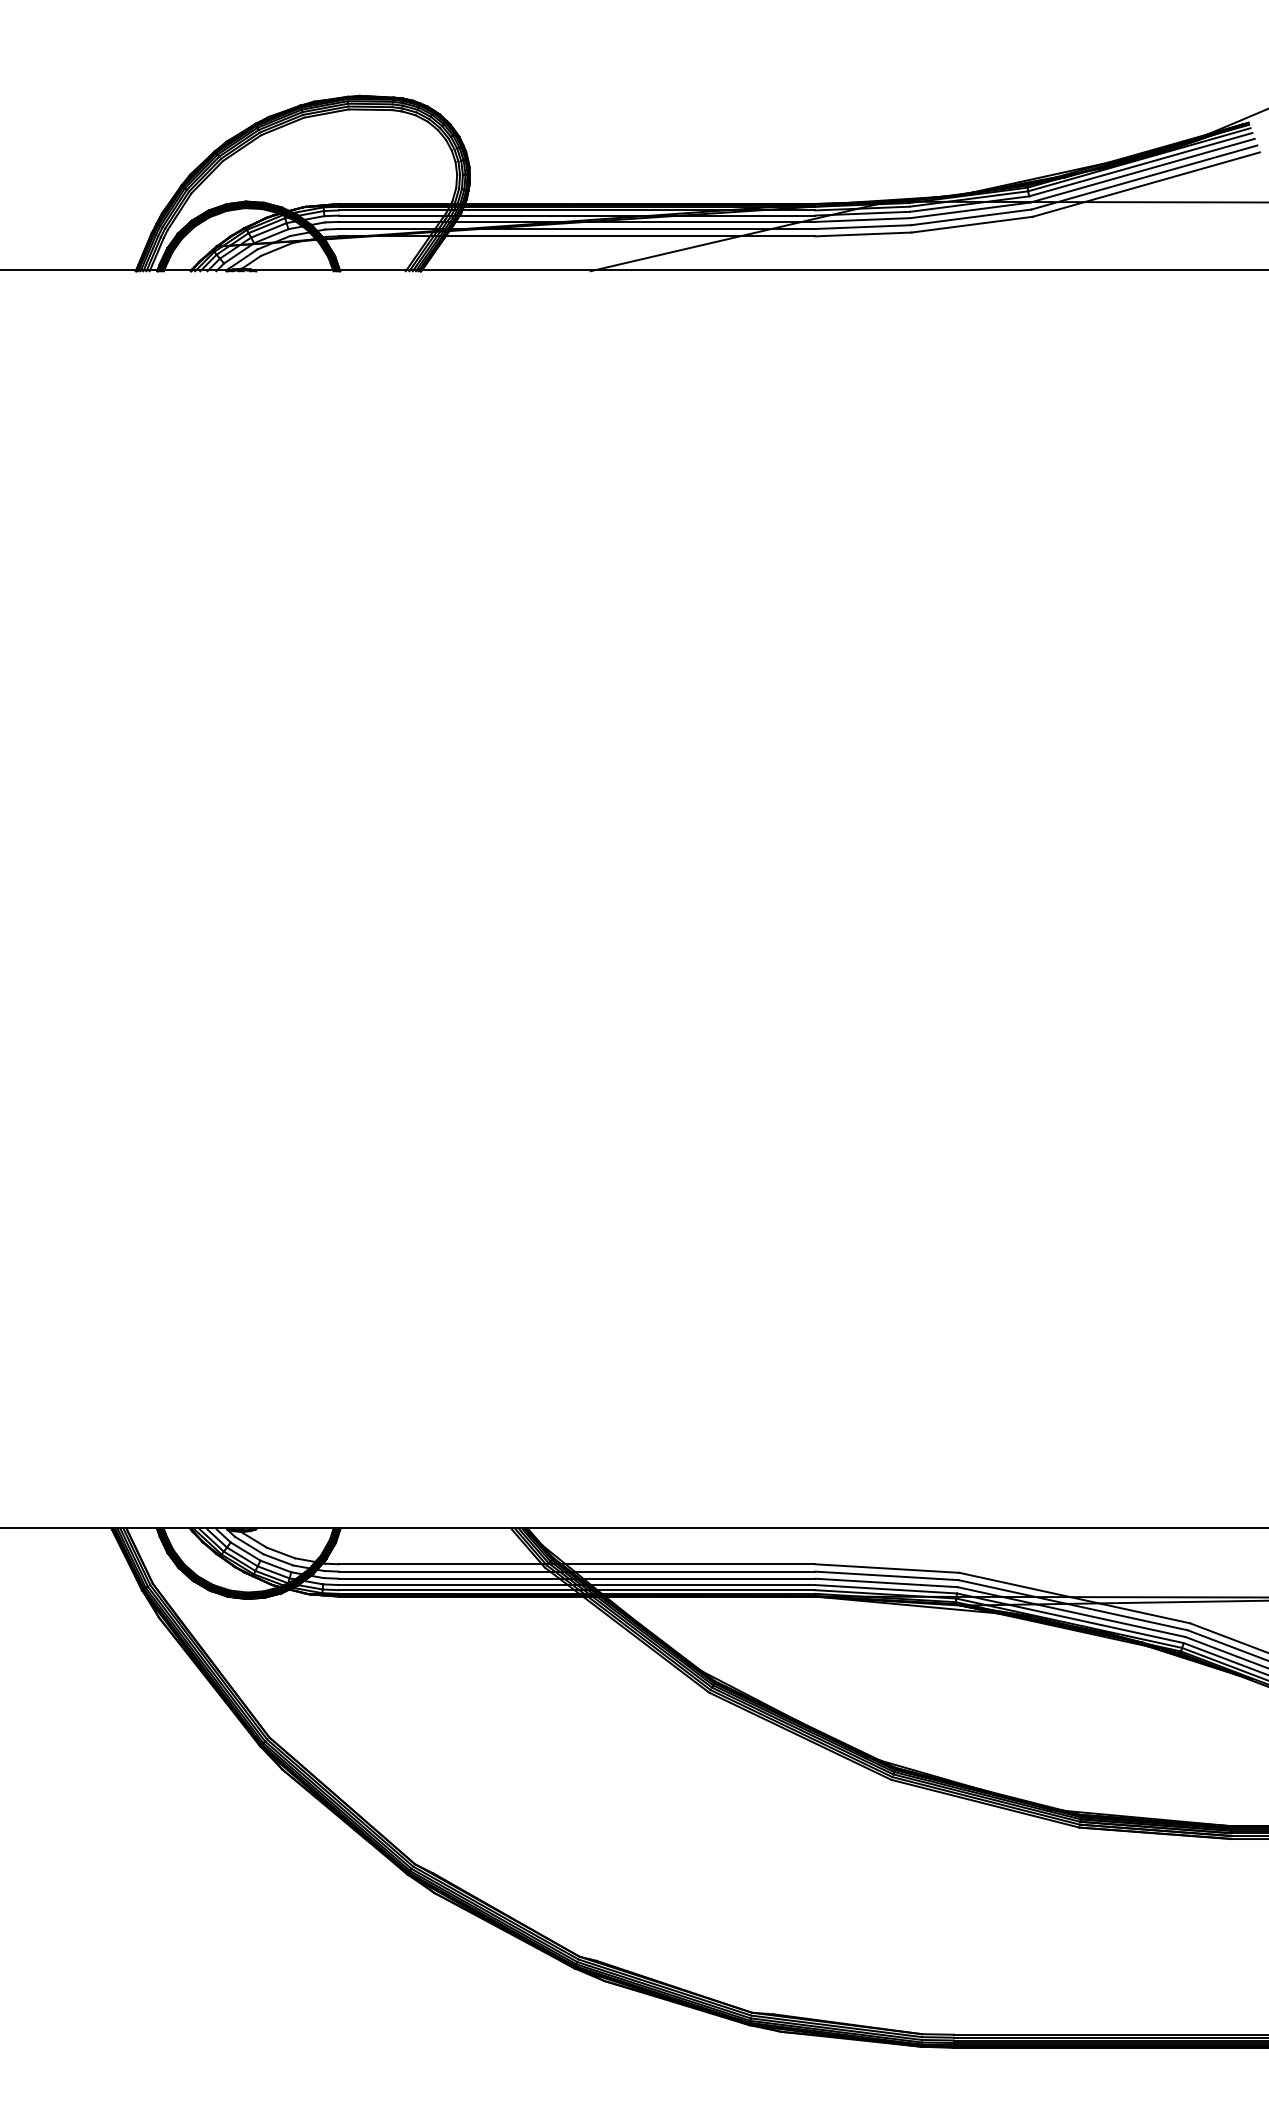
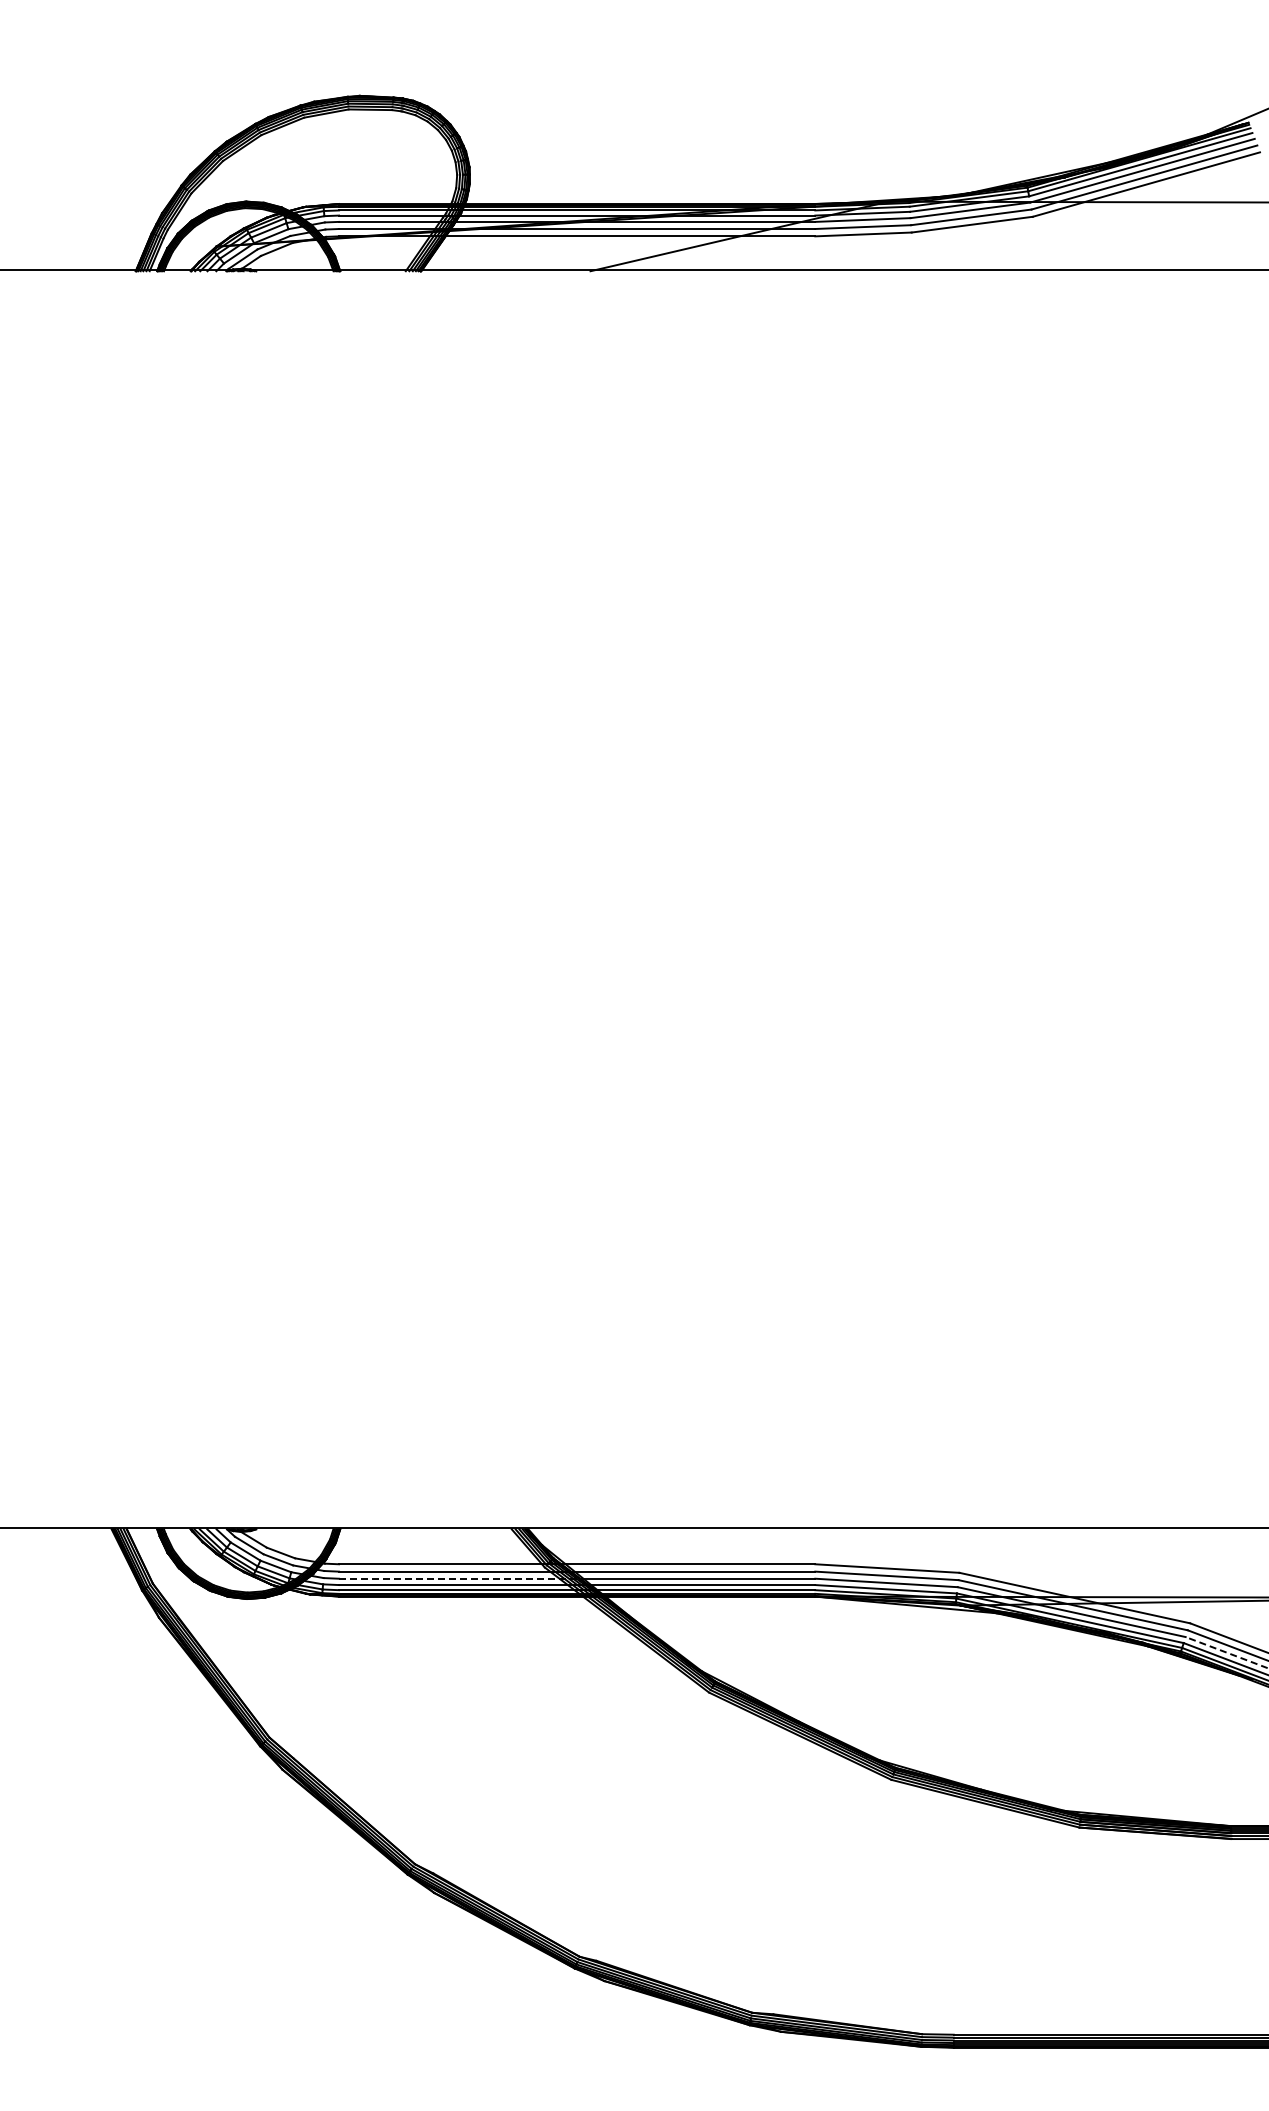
line at (461, 1578): solid -> dashed
line at (1226, 1652): solid -> dashed
